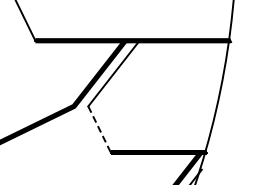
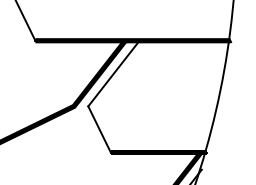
line at (99, 129): dashed -> solid
